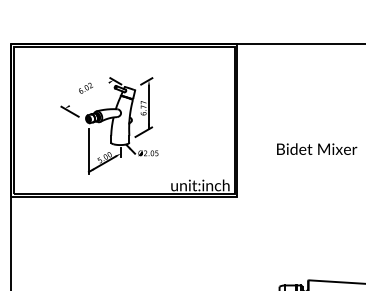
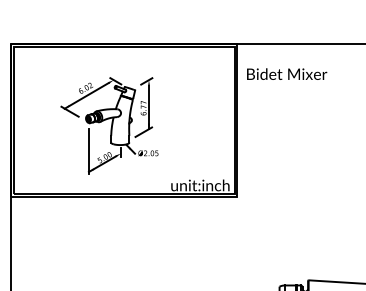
line at (86, 95): none -> present
text at (317, 148) position: (317, 148) -> (287, 73)
